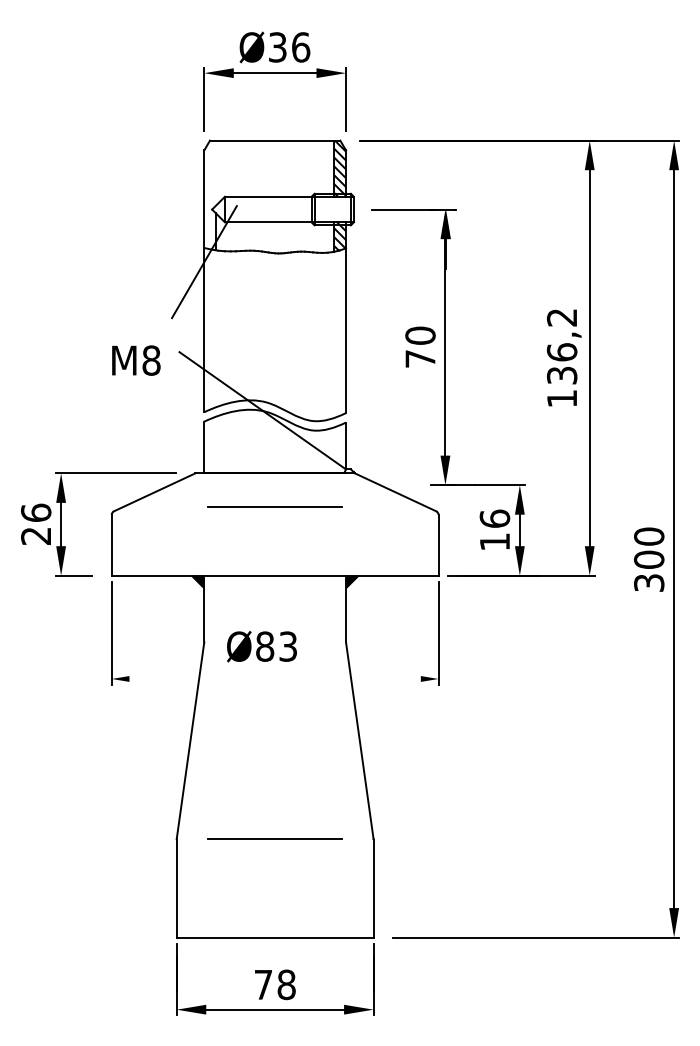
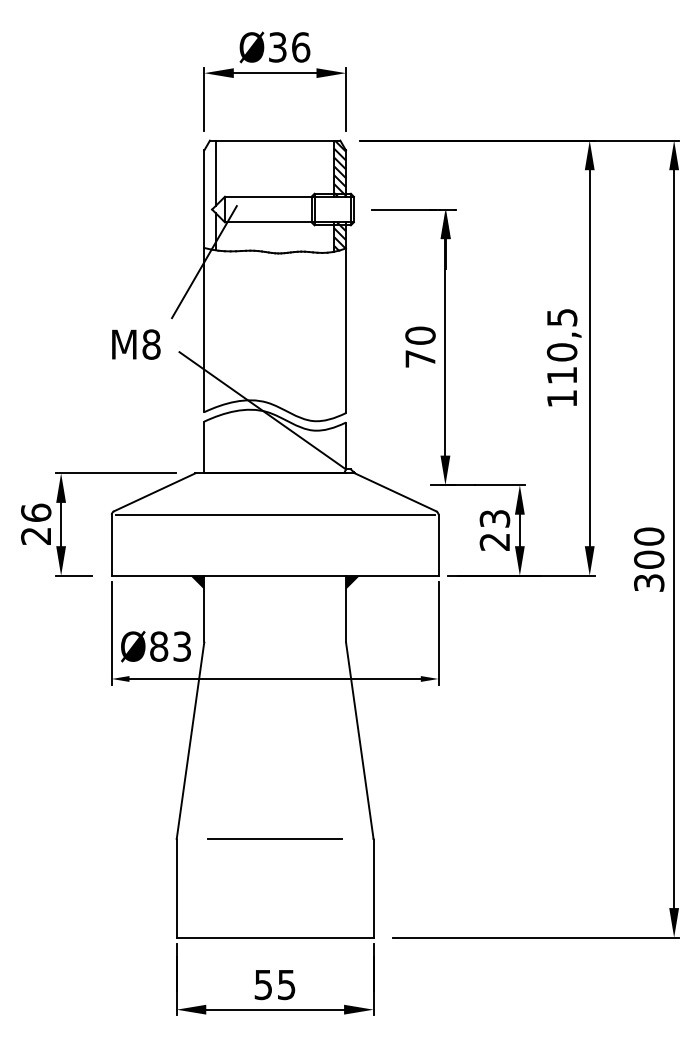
line at (216, 172): none -> present
text at (561, 346): 136,2 -> 110,5
text at (136, 360) position: (136, 360) -> (136, 344)
line at (274, 506): present -> none
line at (274, 514): none -> present
text at (494, 529): 16 -> 23
text at (261, 646) position: (261, 646) -> (155, 646)
line at (274, 678): none -> present
text at (274, 984): 78 -> 55
